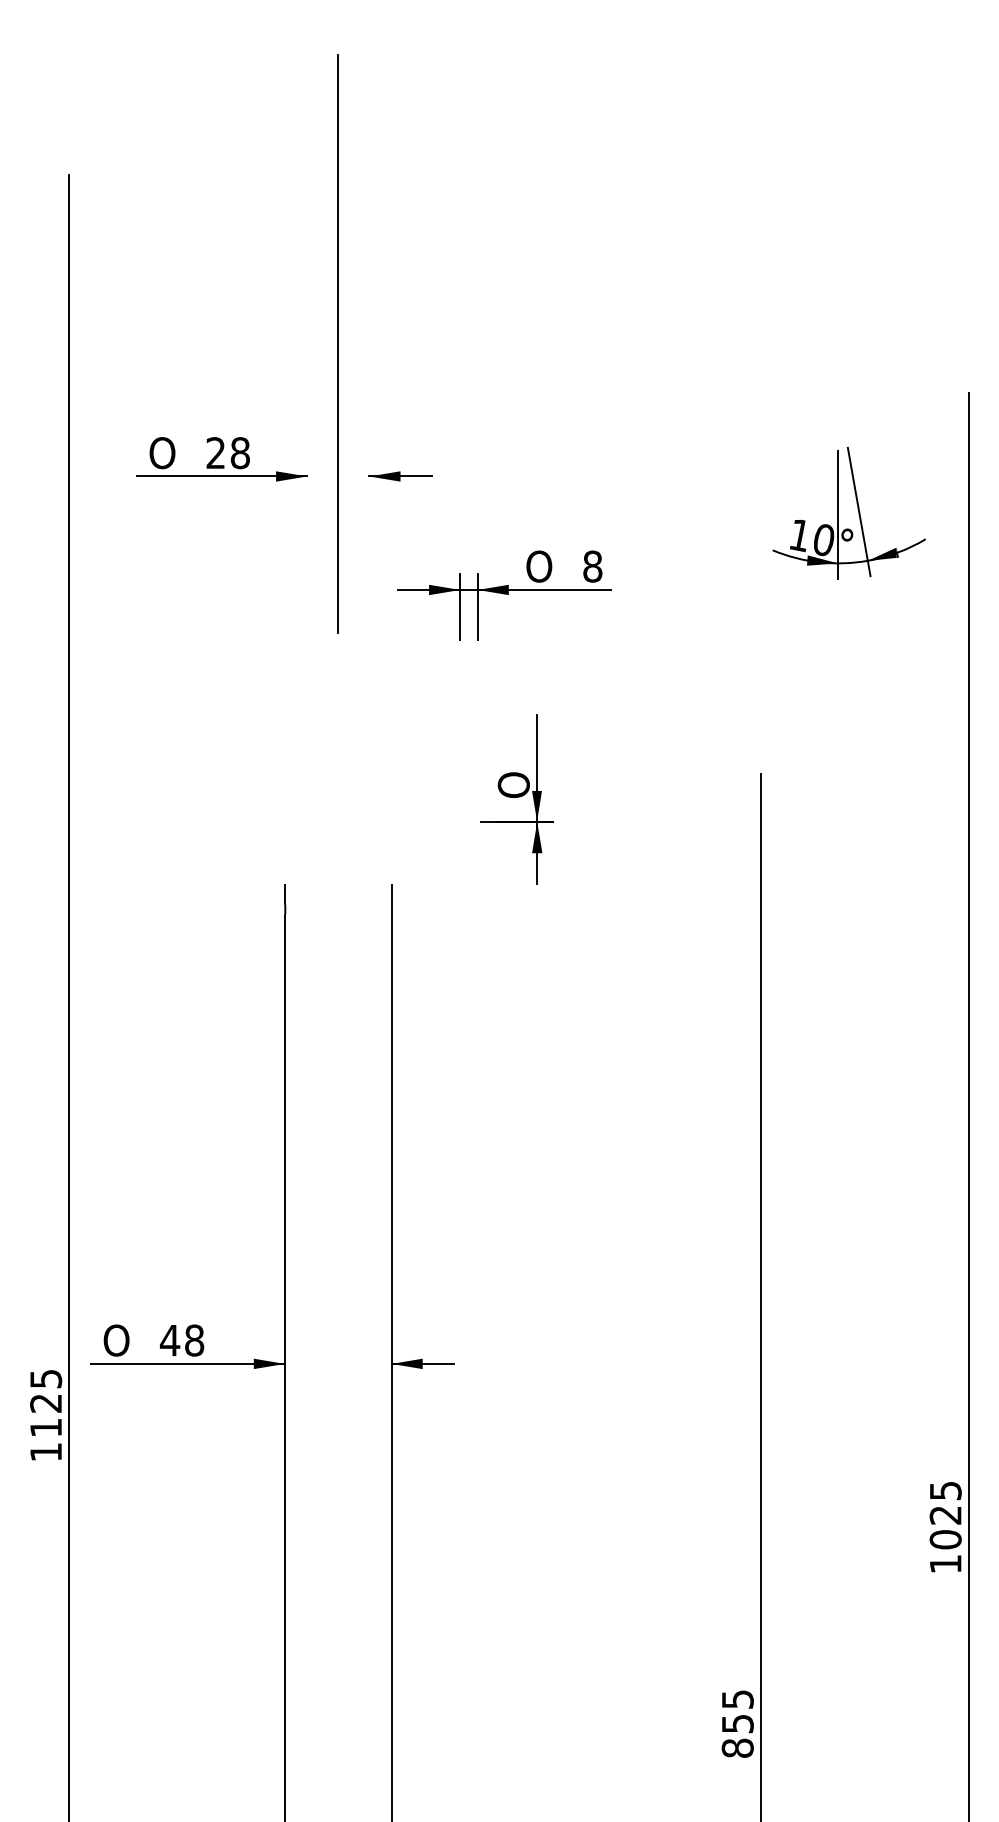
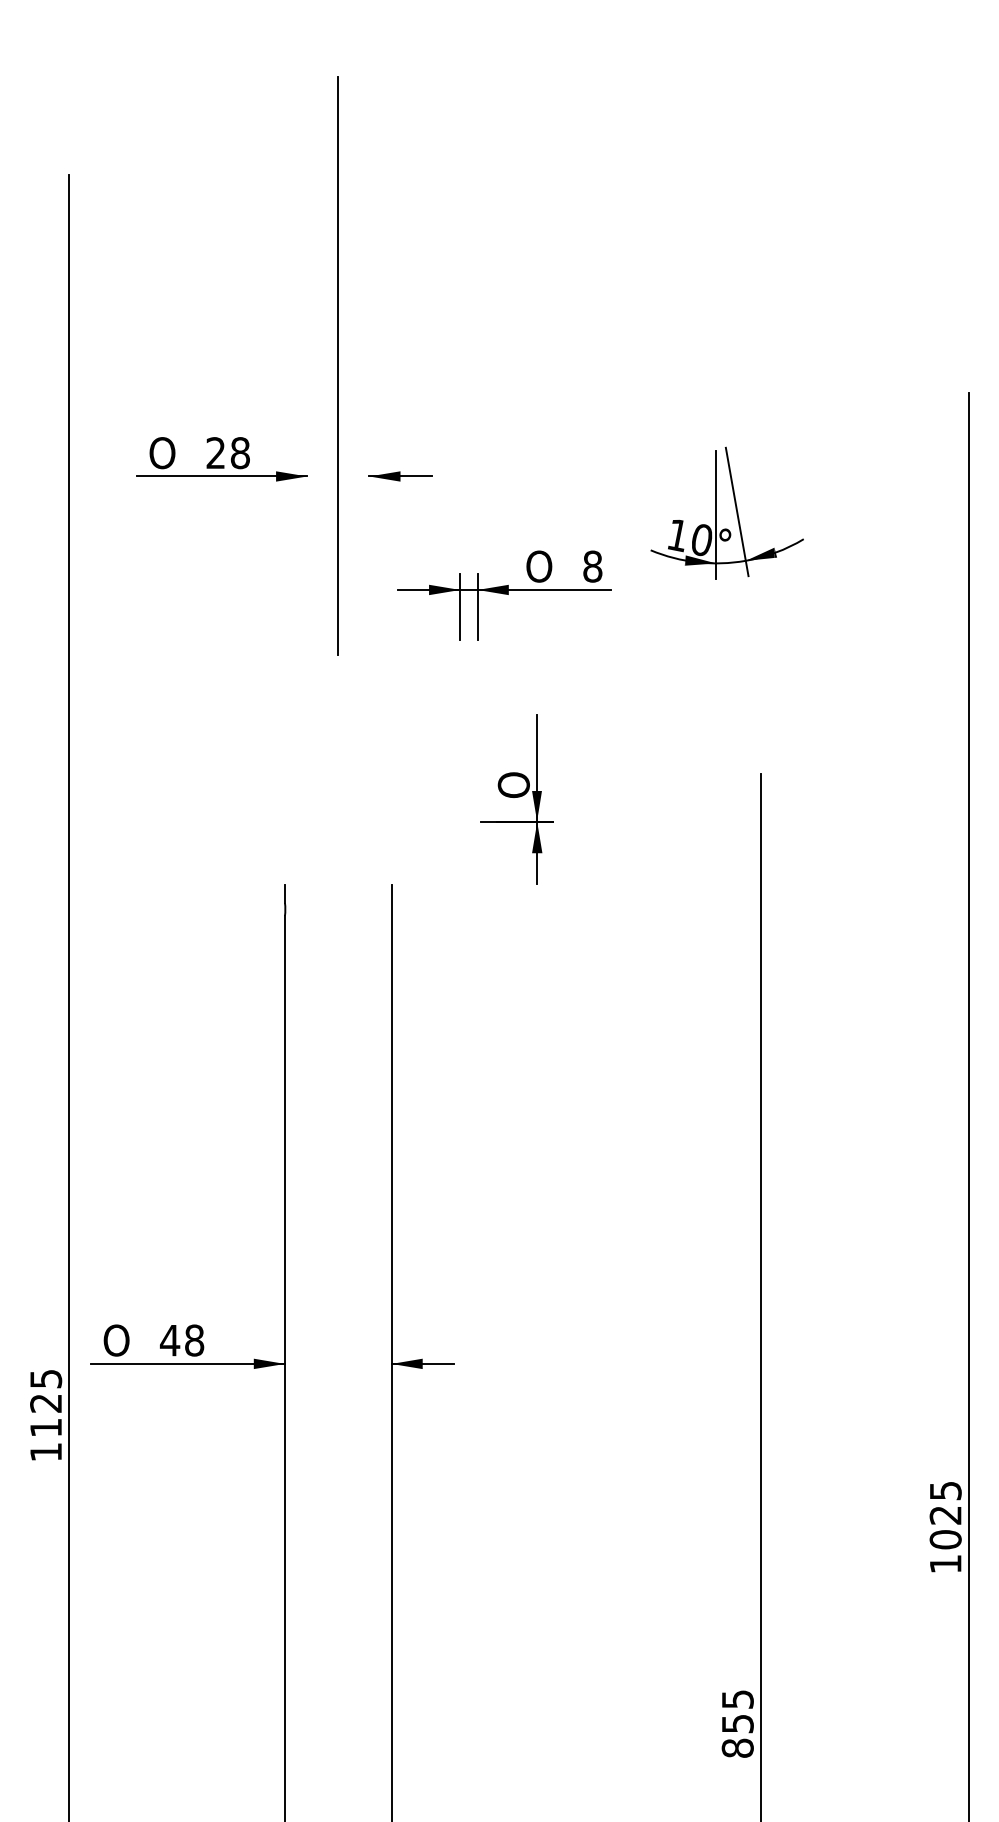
line at (337, 343) position: (337, 343) -> (337, 365)
part at (857, 509) position: (857, 509) -> (735, 509)
